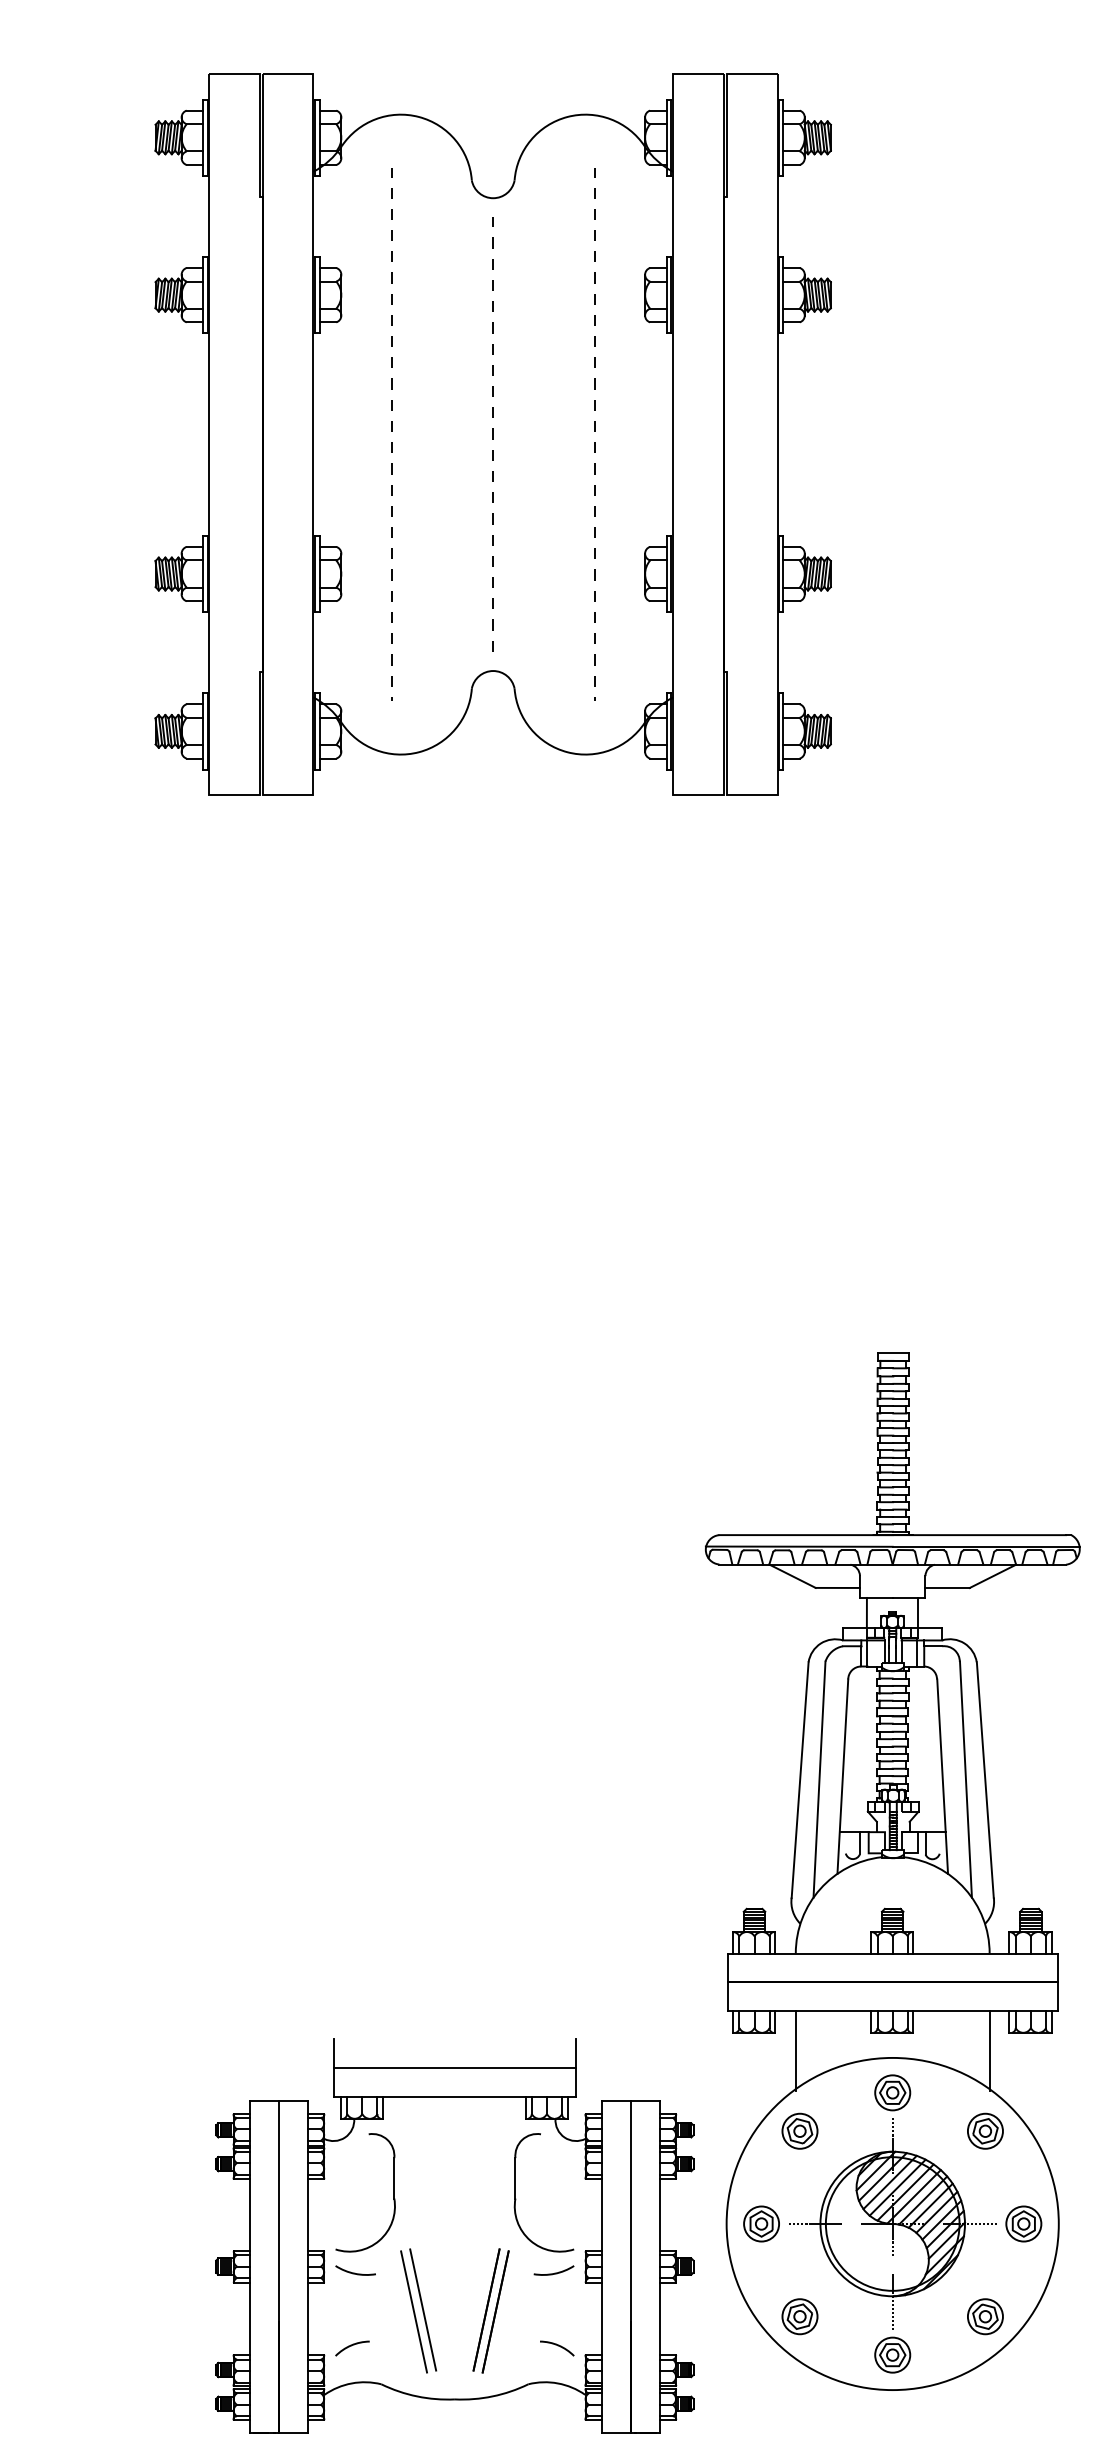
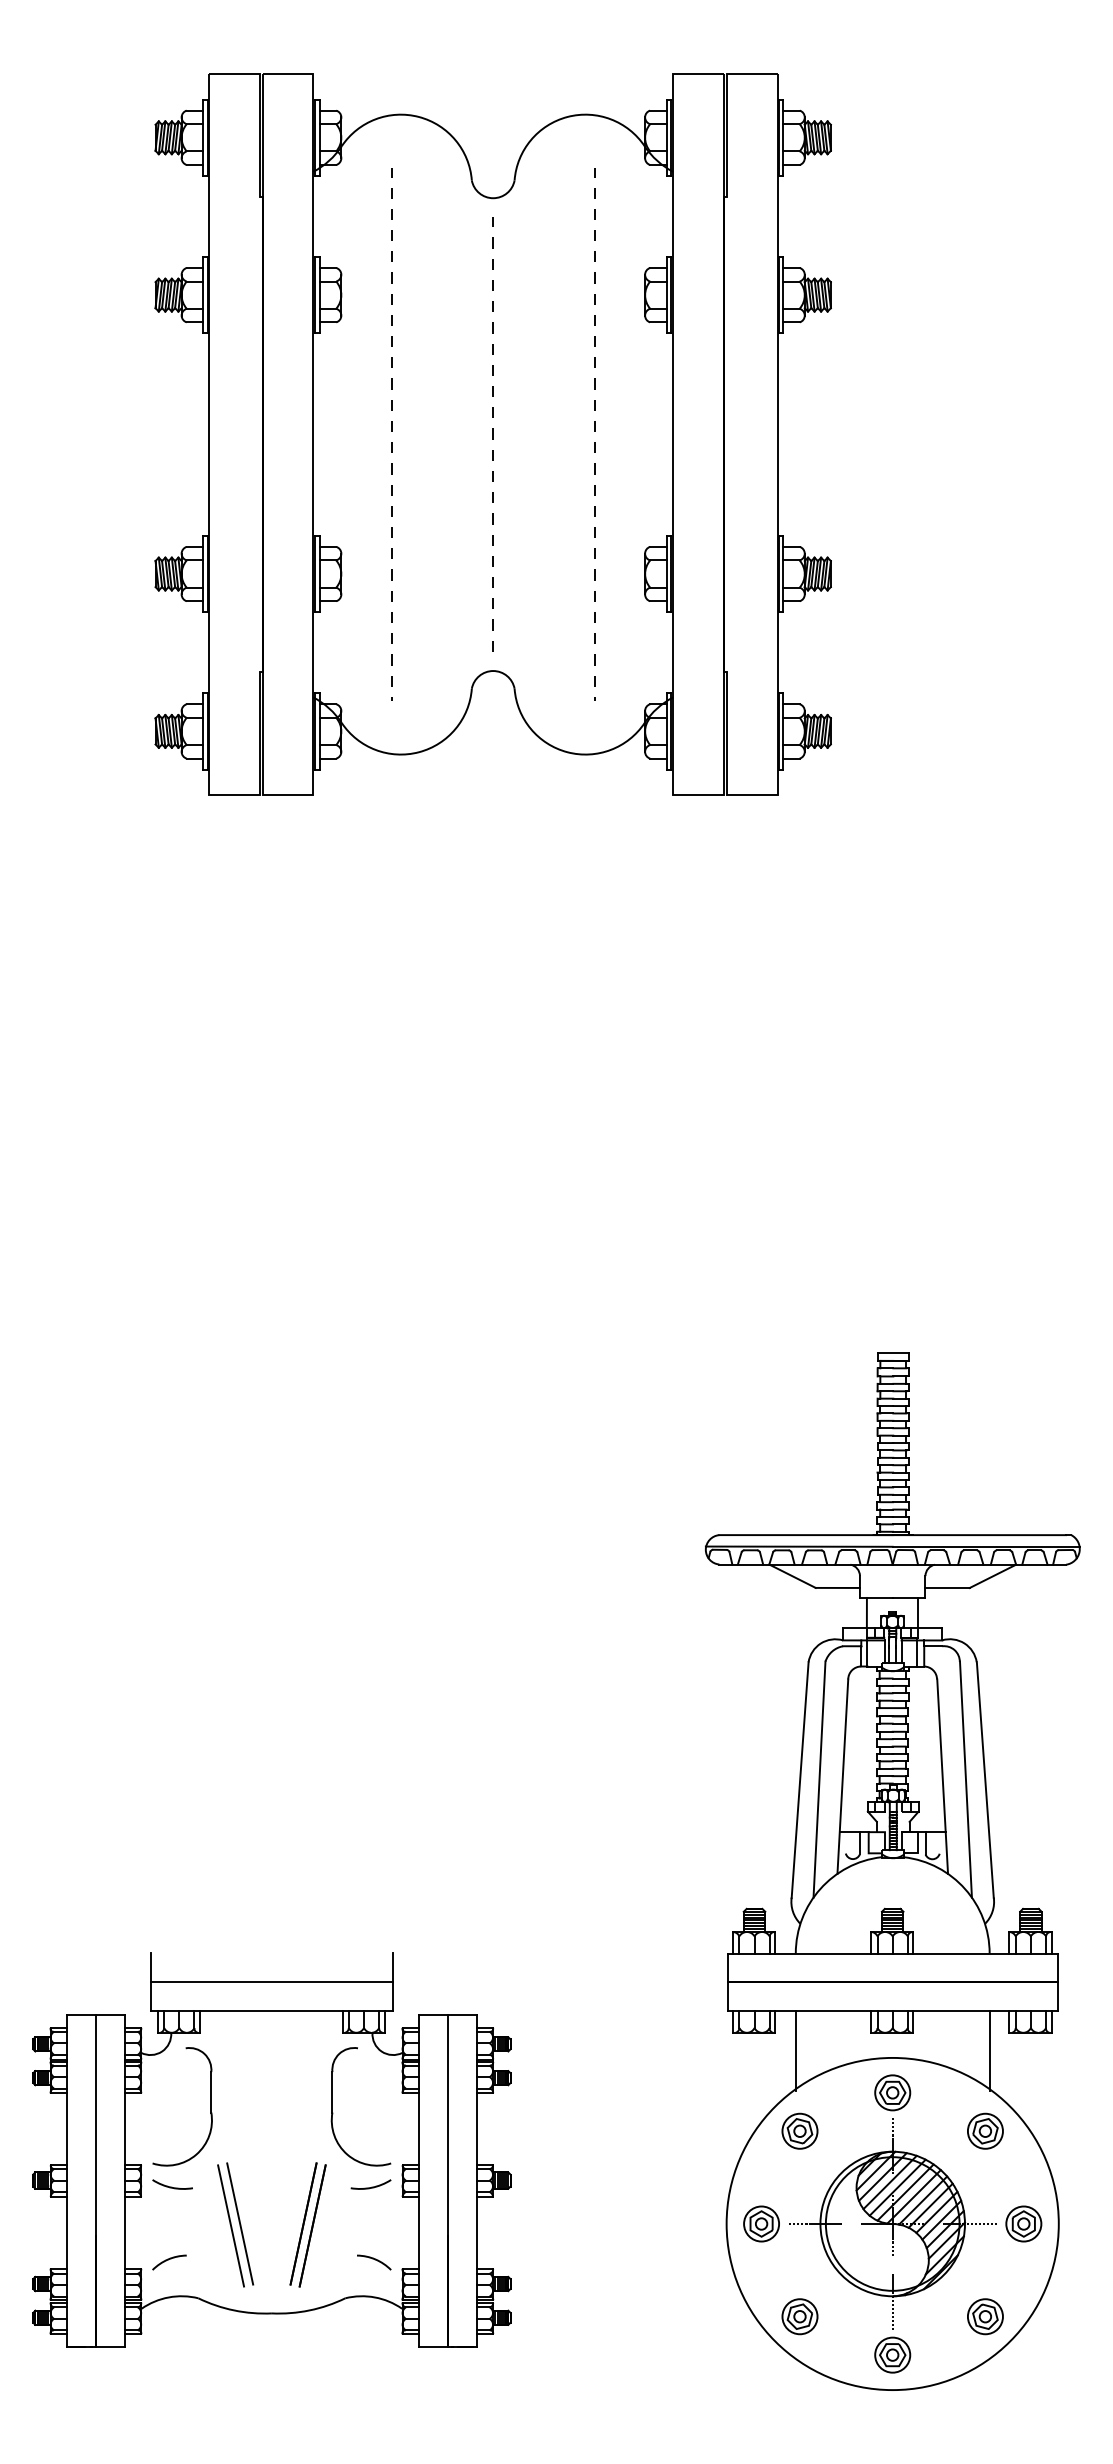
part at (454, 2235) position: (454, 2235) -> (271, 2149)
